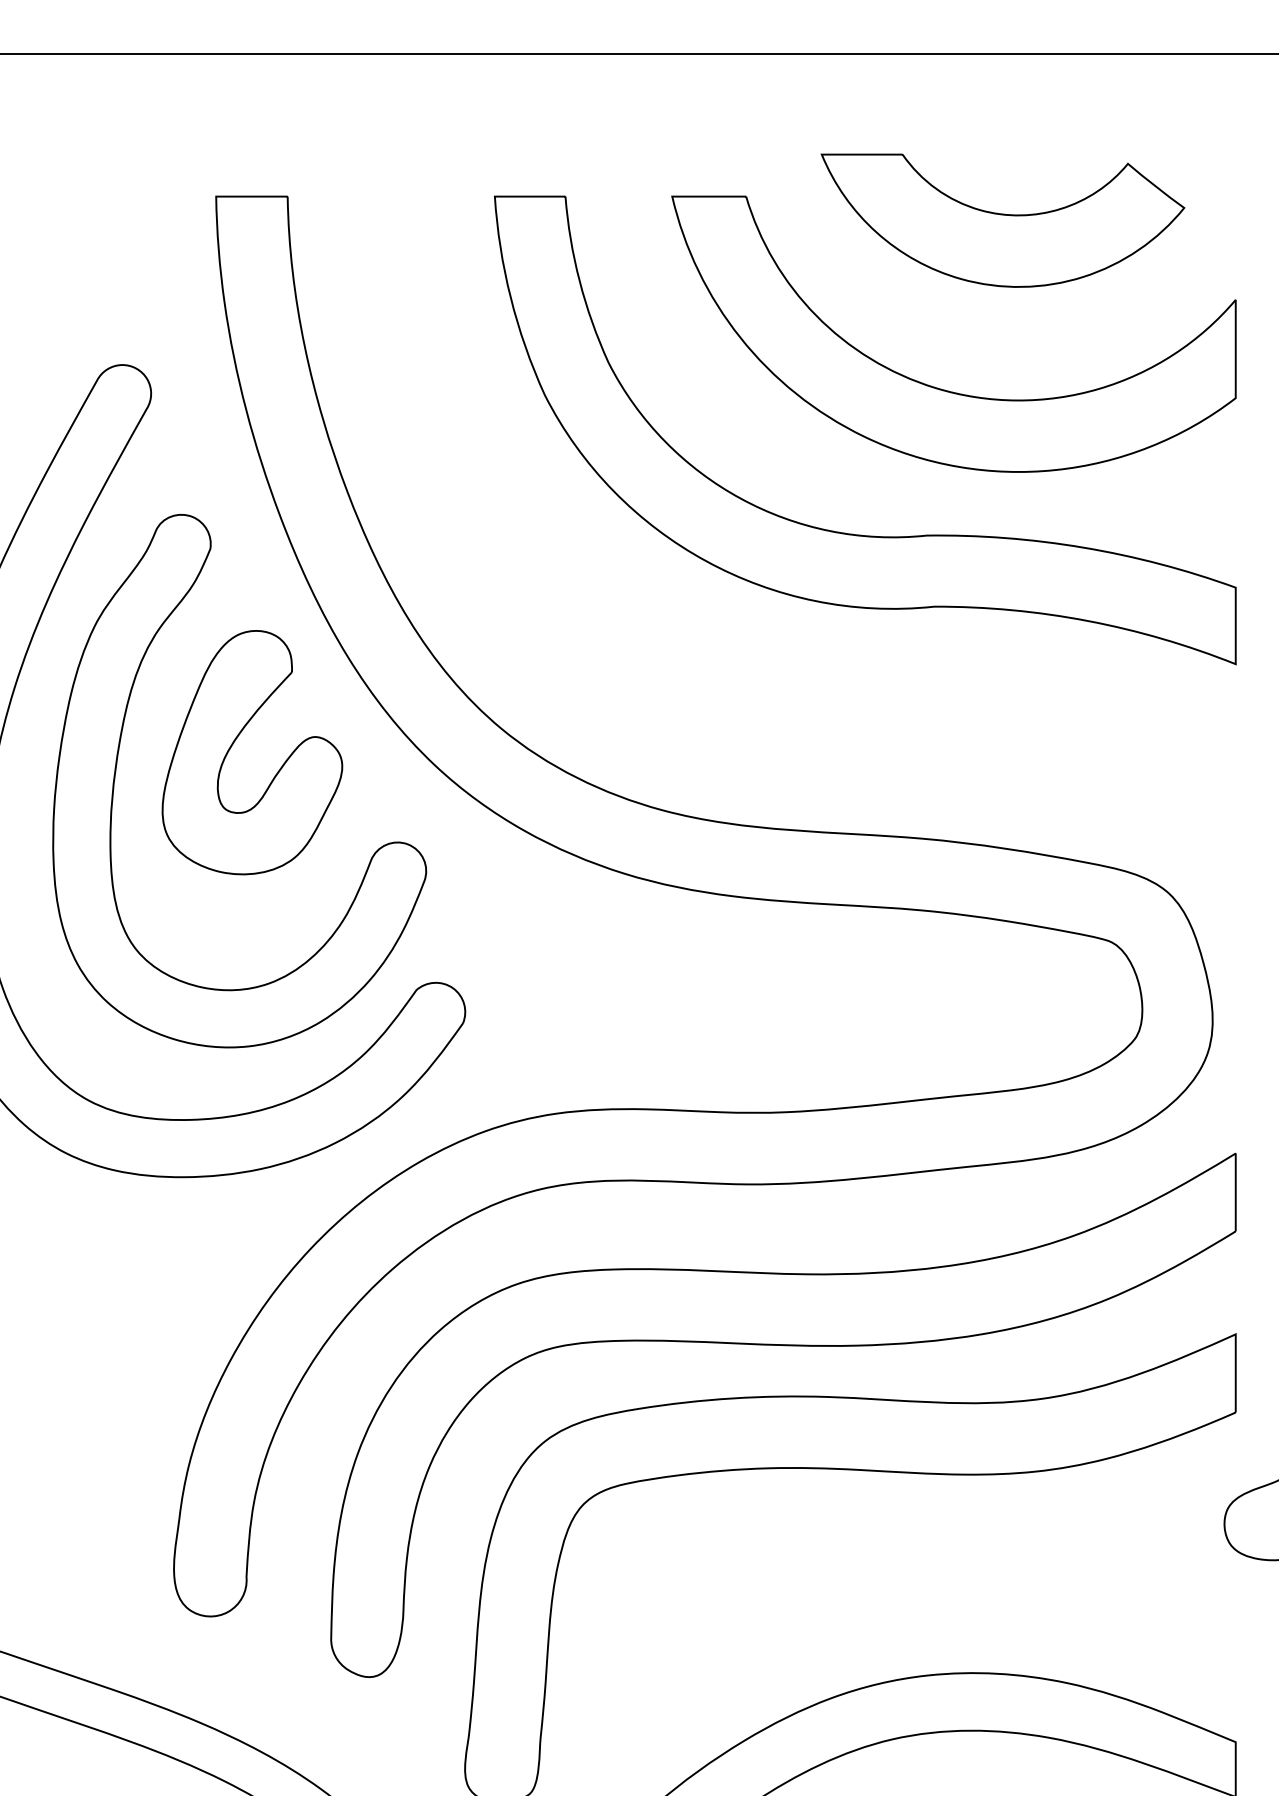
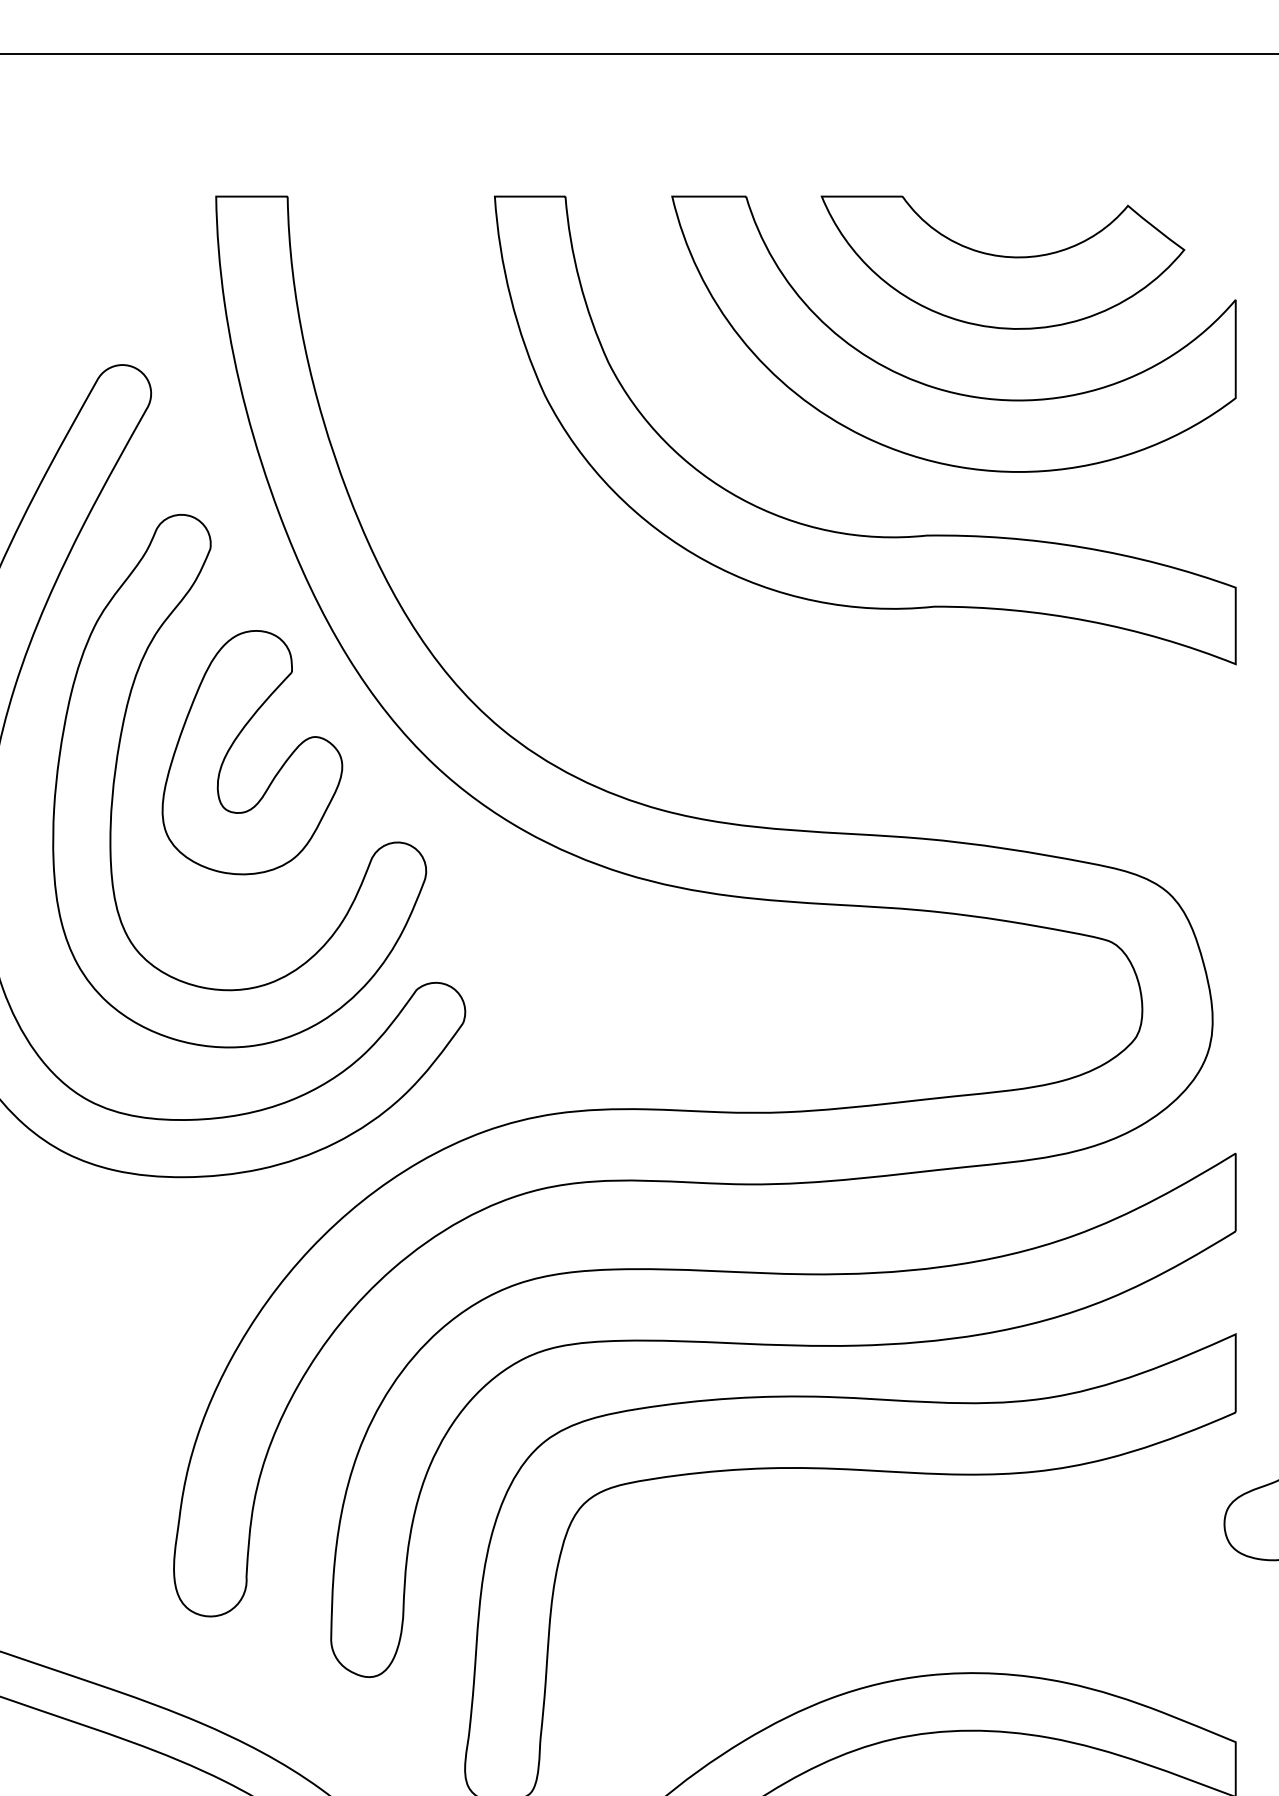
part at (1002, 220) position: (1002, 220) -> (1002, 262)
